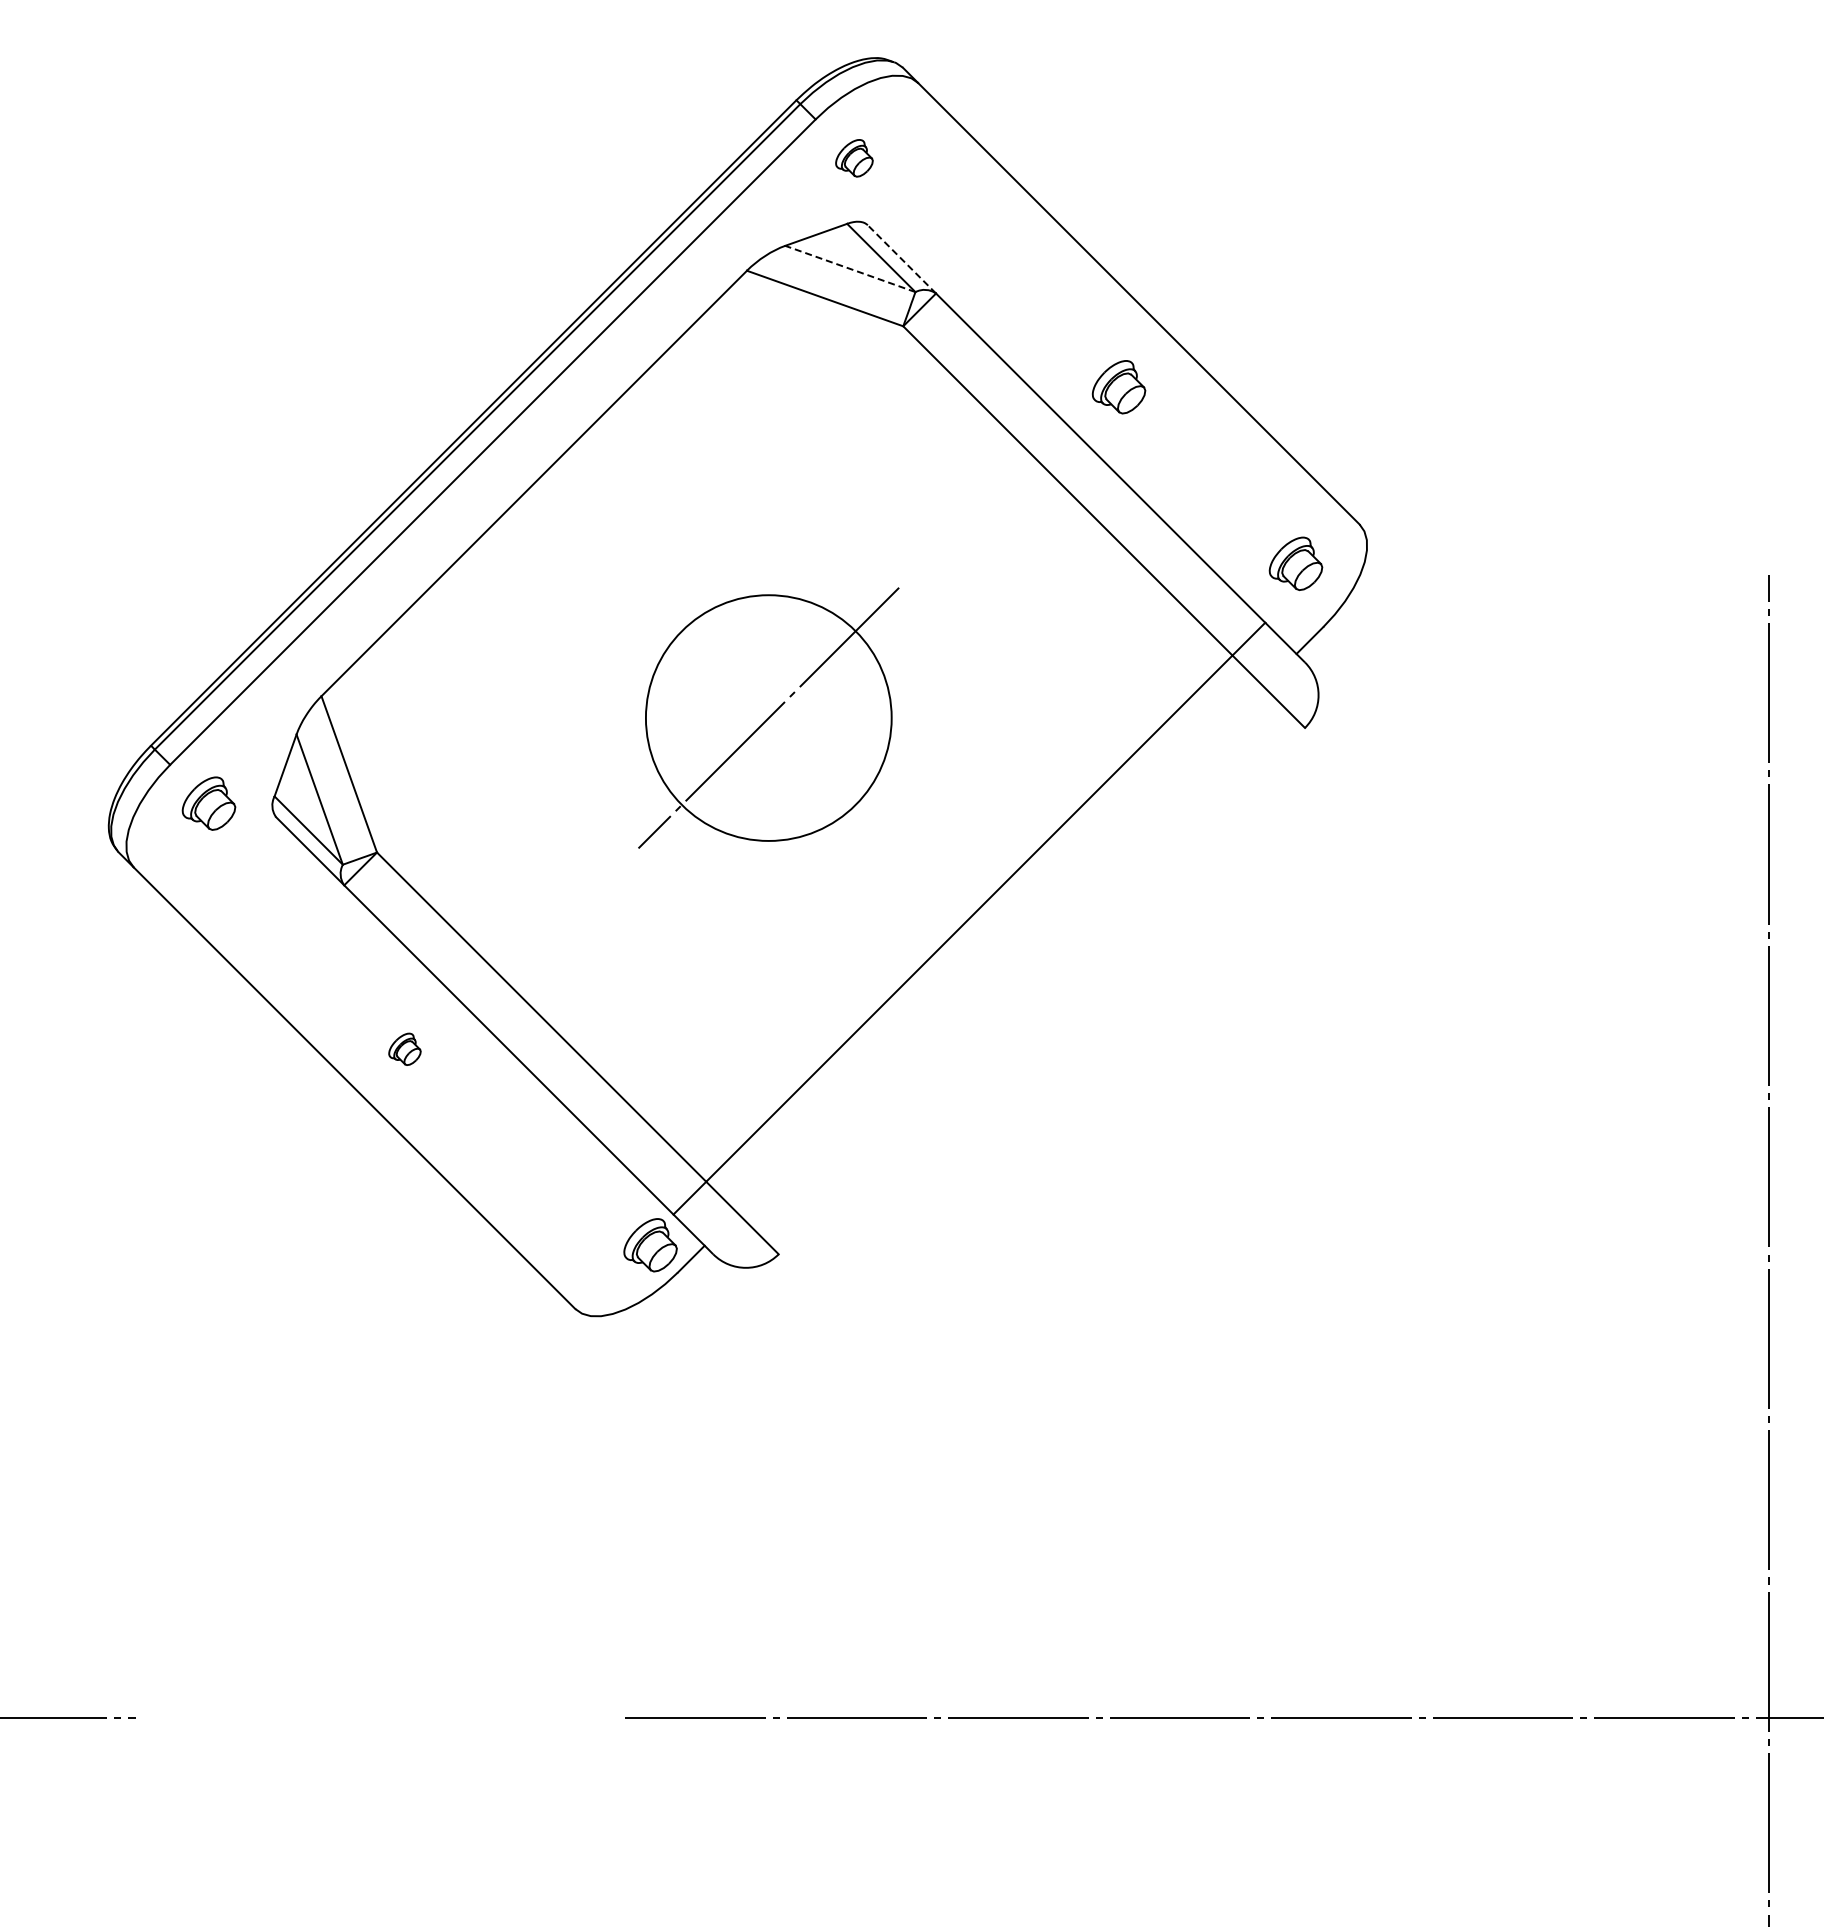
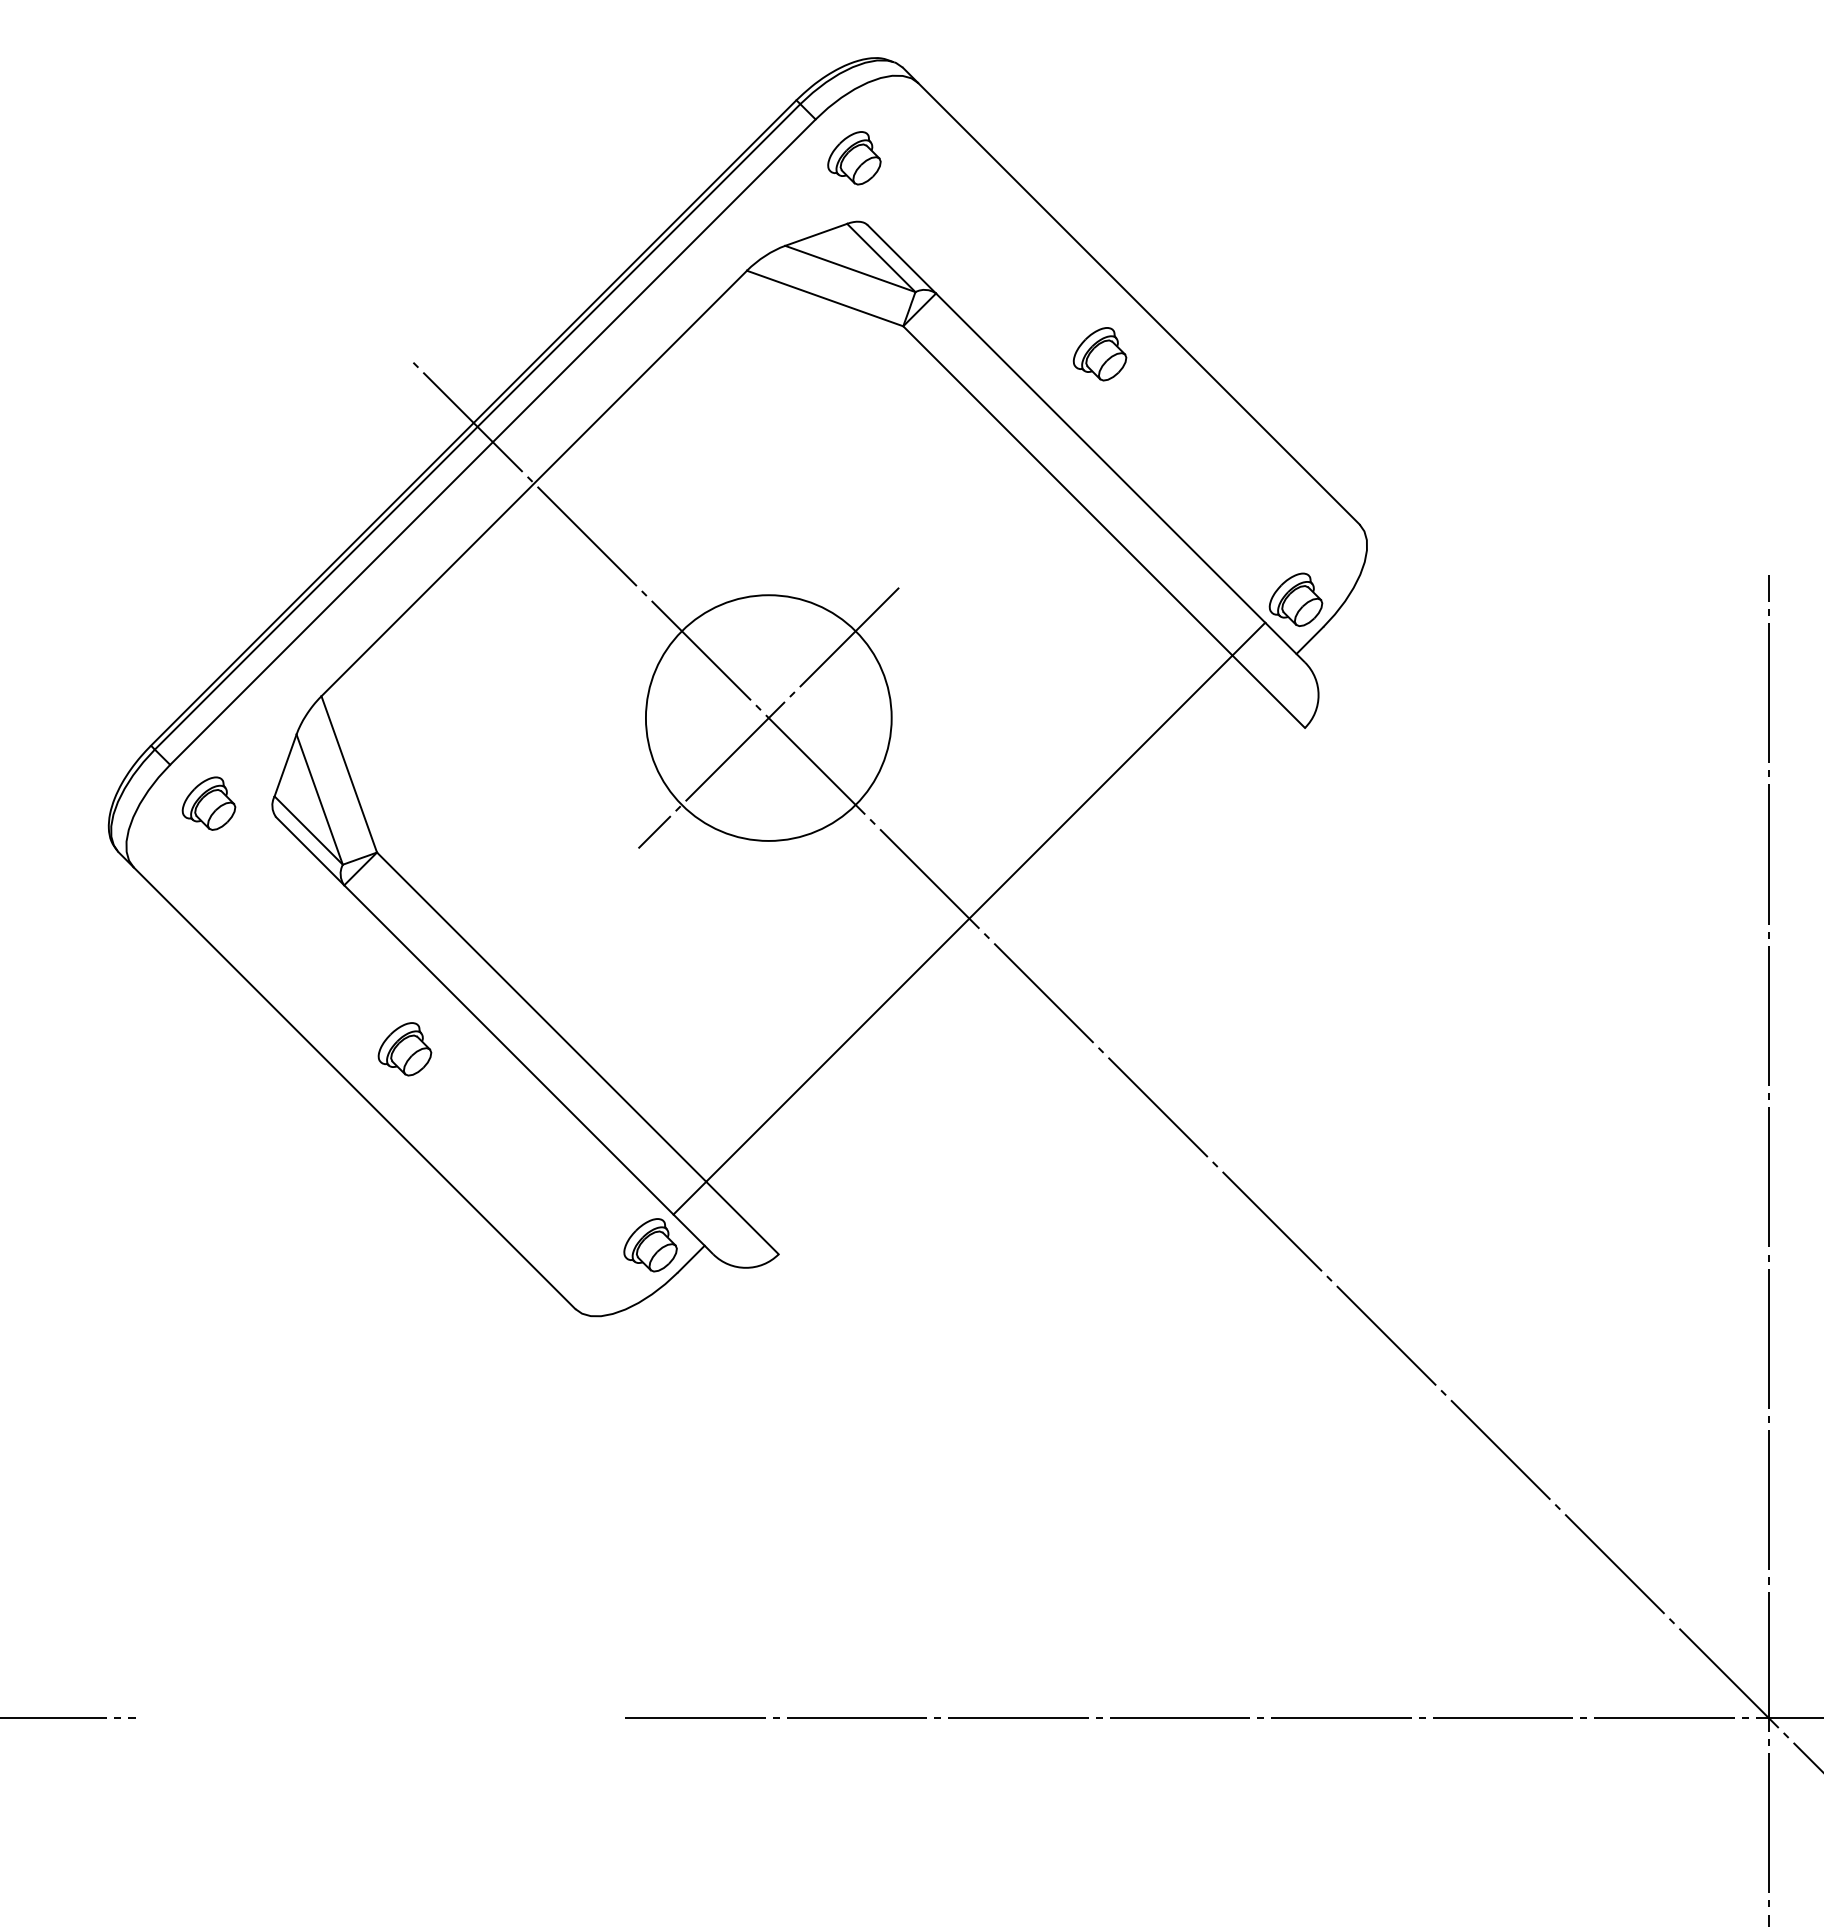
part at (854, 158) size: 39x39 px -> 55x55 px
line at (901, 259): dashed -> solid
line at (849, 268): dashed -> solid
part at (1118, 387) position: (1118, 387) -> (1099, 354)
part at (1295, 563) position: (1295, 563) -> (1295, 599)
part at (404, 1048) size: 34x34 px -> 56x55 px
line at (1114, 1063): none -> present
